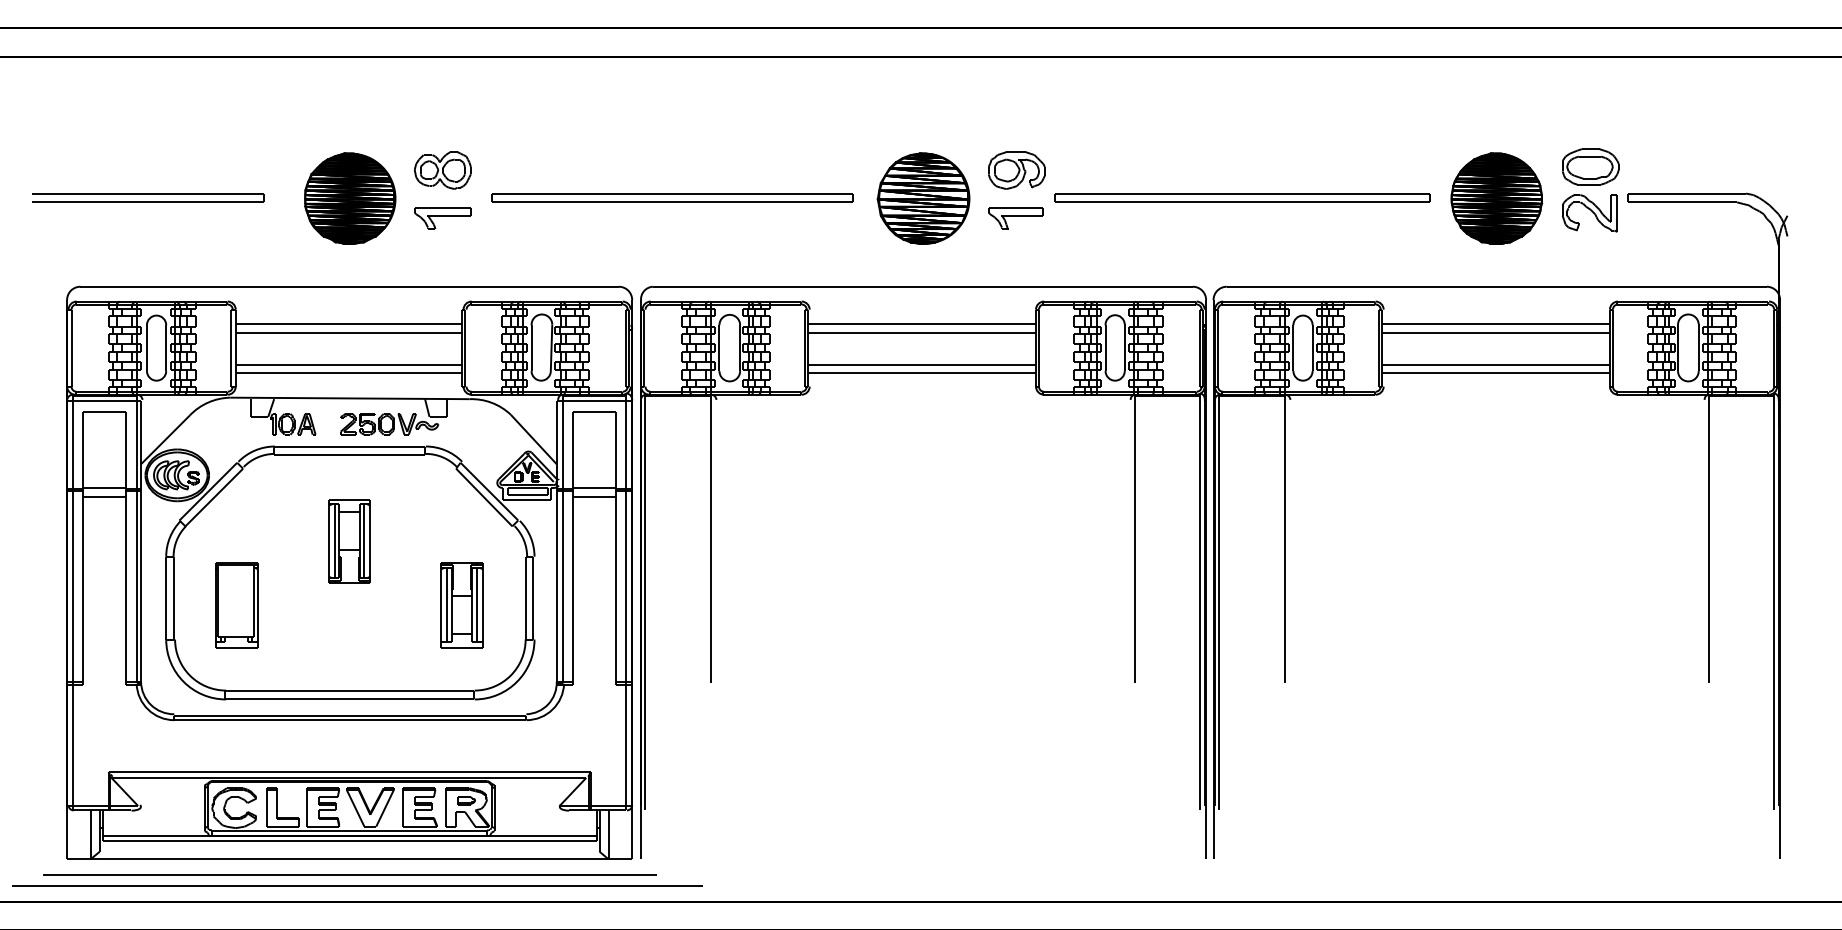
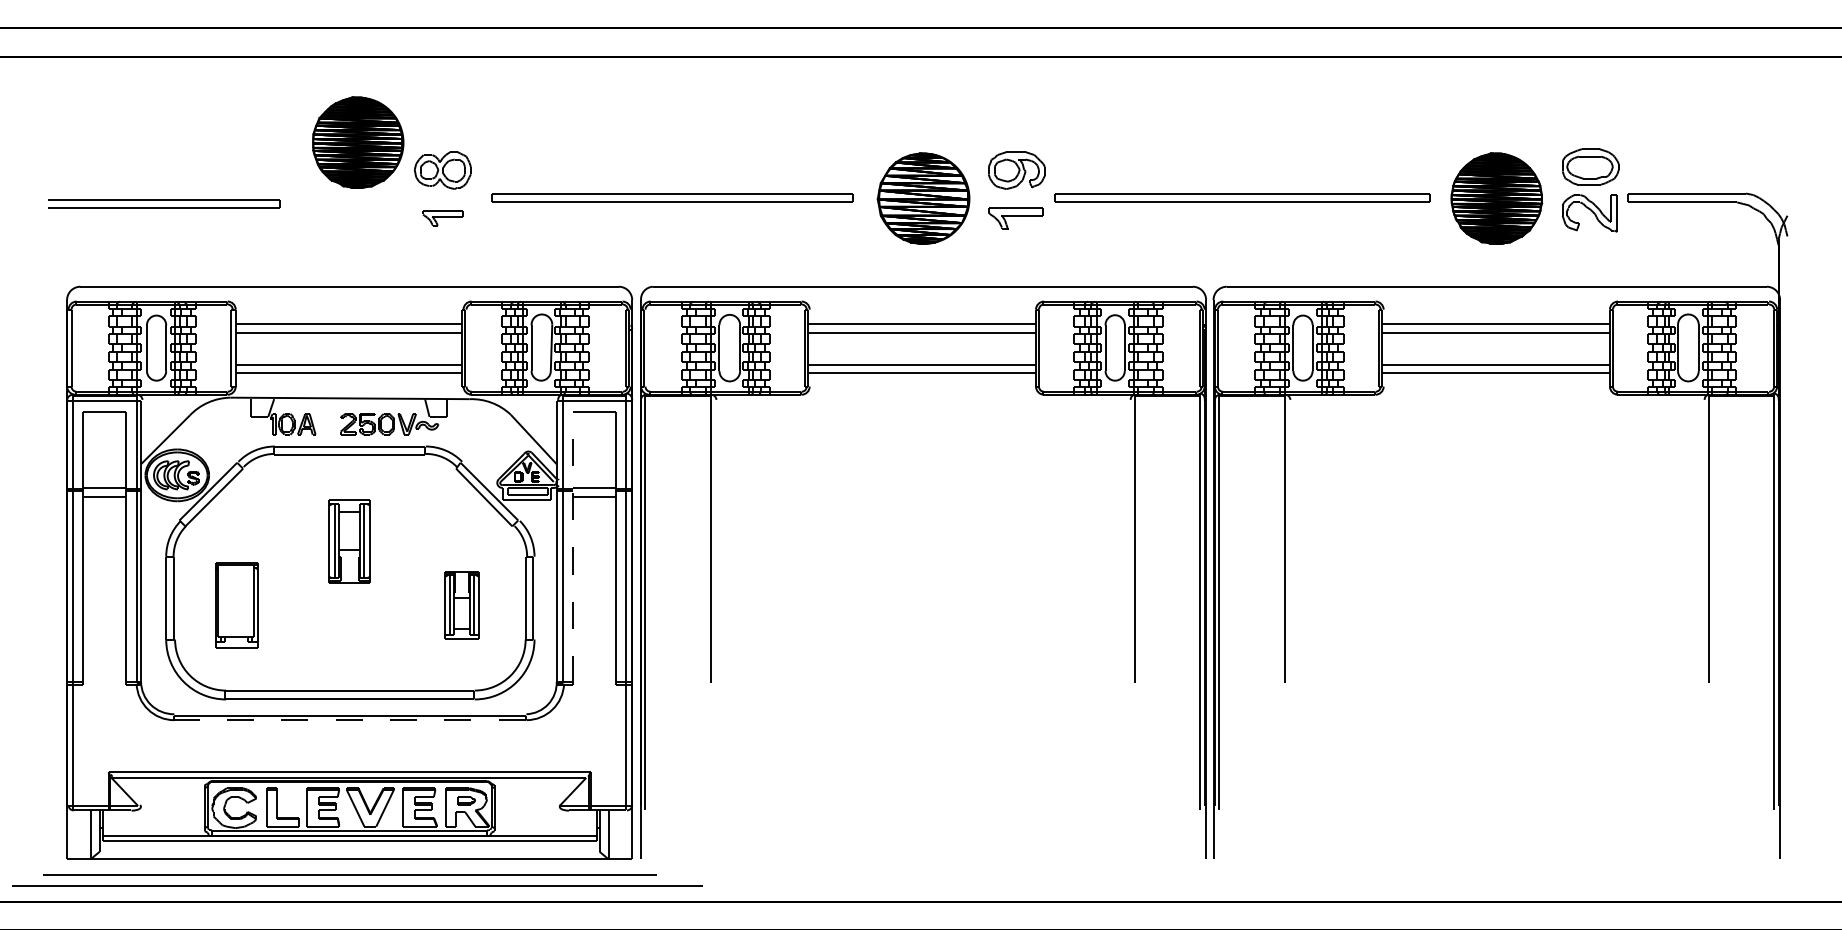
part at (148, 197) position: (148, 197) -> (164, 203)
part at (350, 198) position: (350, 198) -> (358, 142)
part at (442, 218) size: 58x23 px -> 42x17 px
line at (573, 547): solid -> dashed
part at (461, 605) size: 44x87 px -> 36x69 px
line at (349, 720): solid -> dashed
